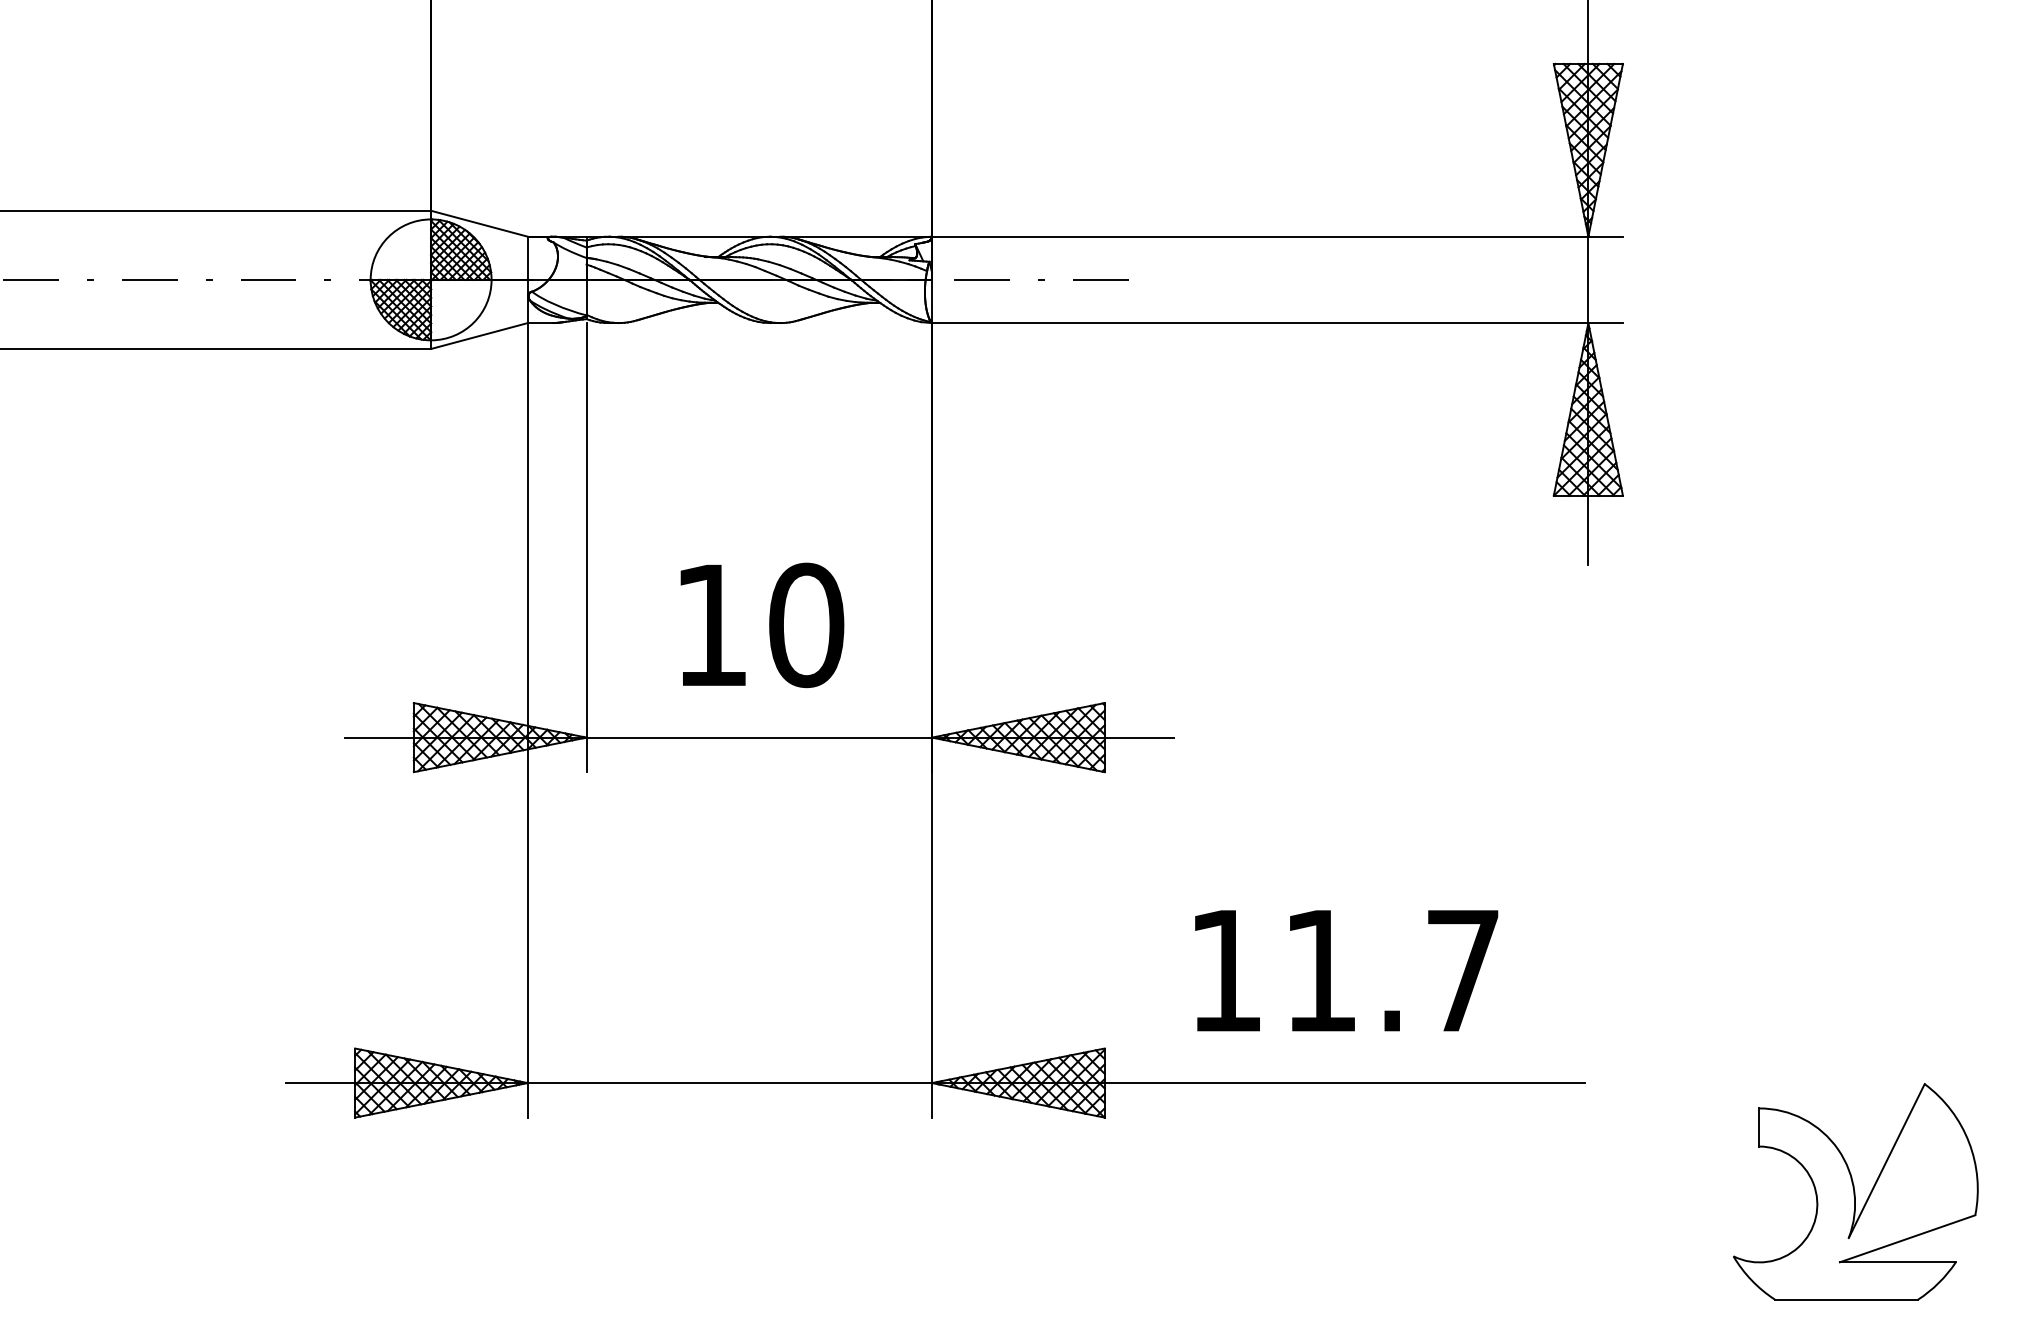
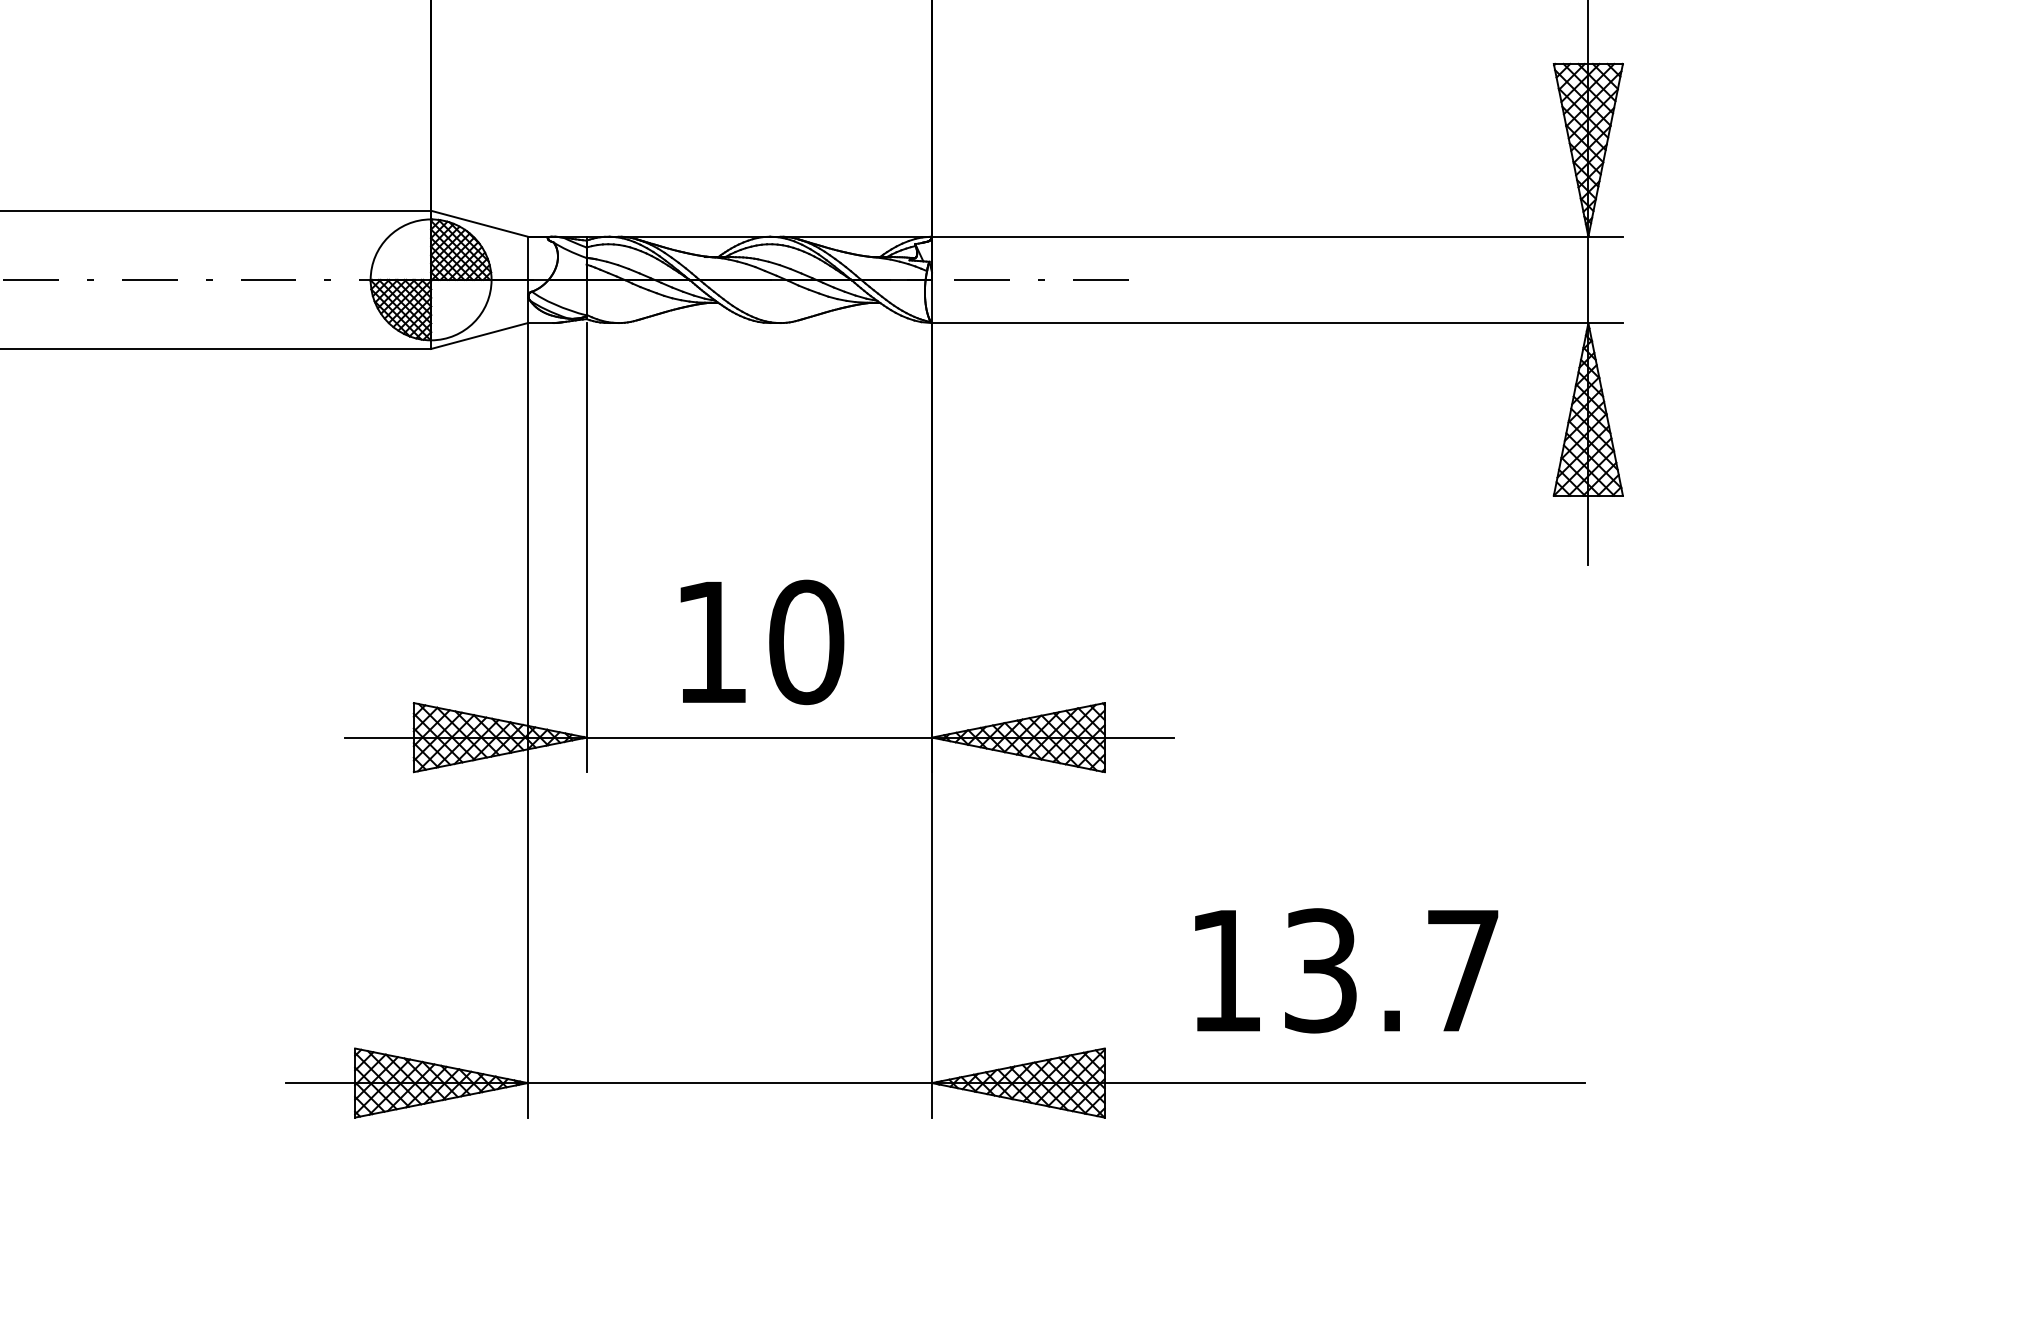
text at (762, 625) position: (762, 625) -> (762, 642)
text at (1320, 970): 11.7 -> 13.7
part at (1855, 1191): present -> none
